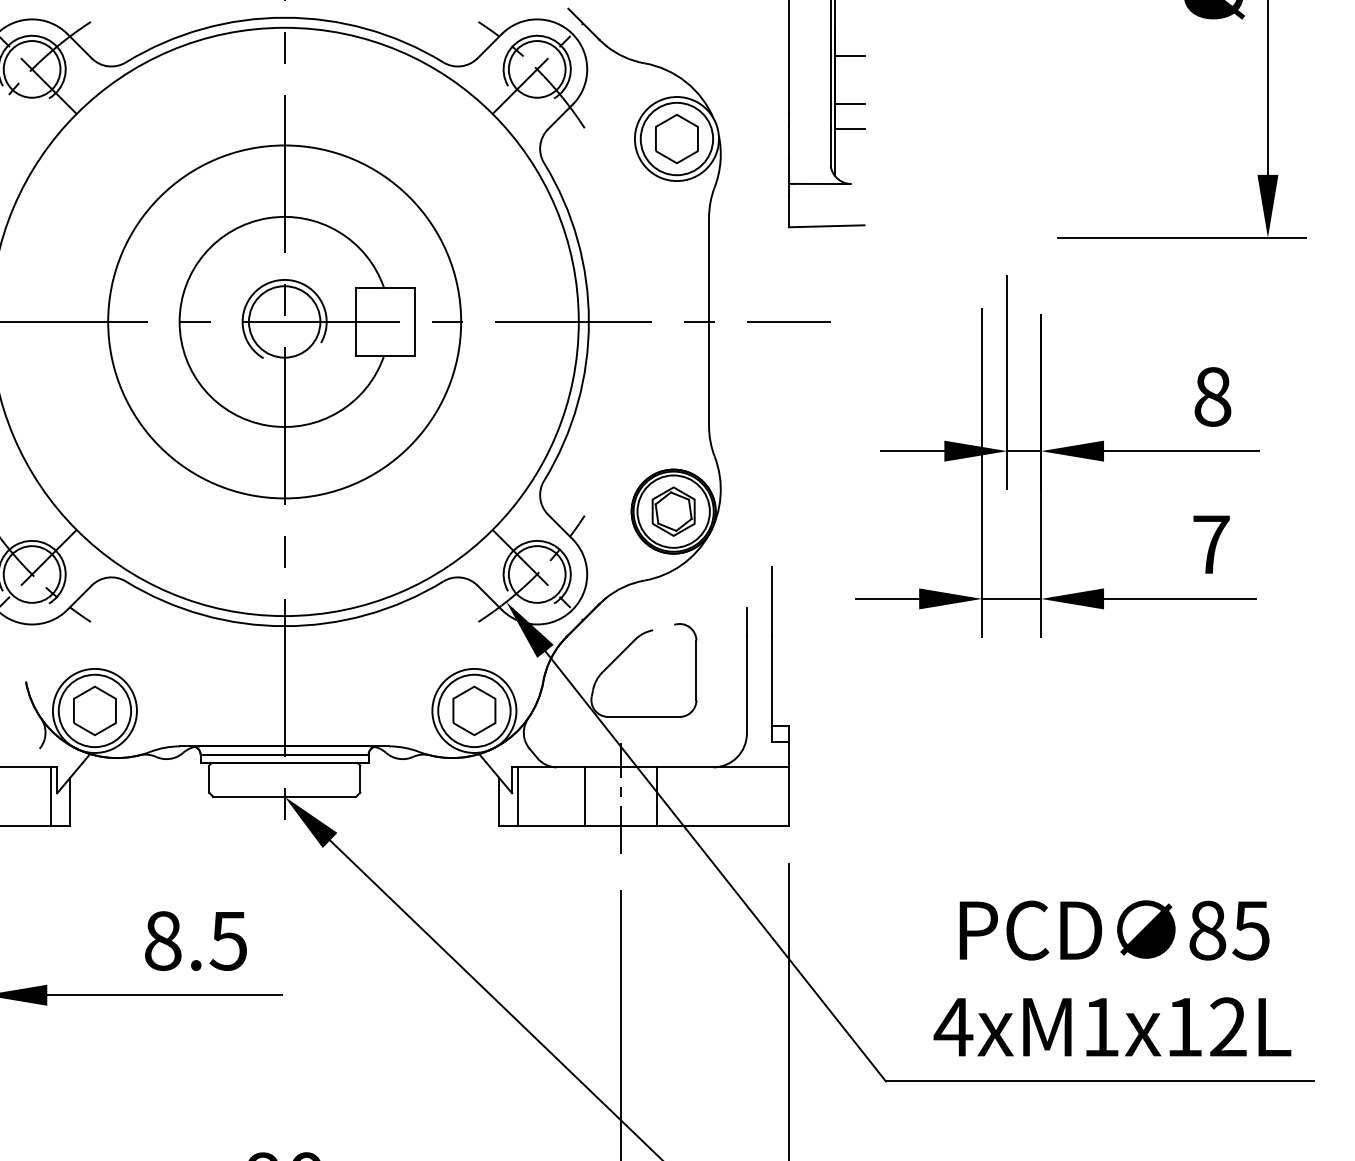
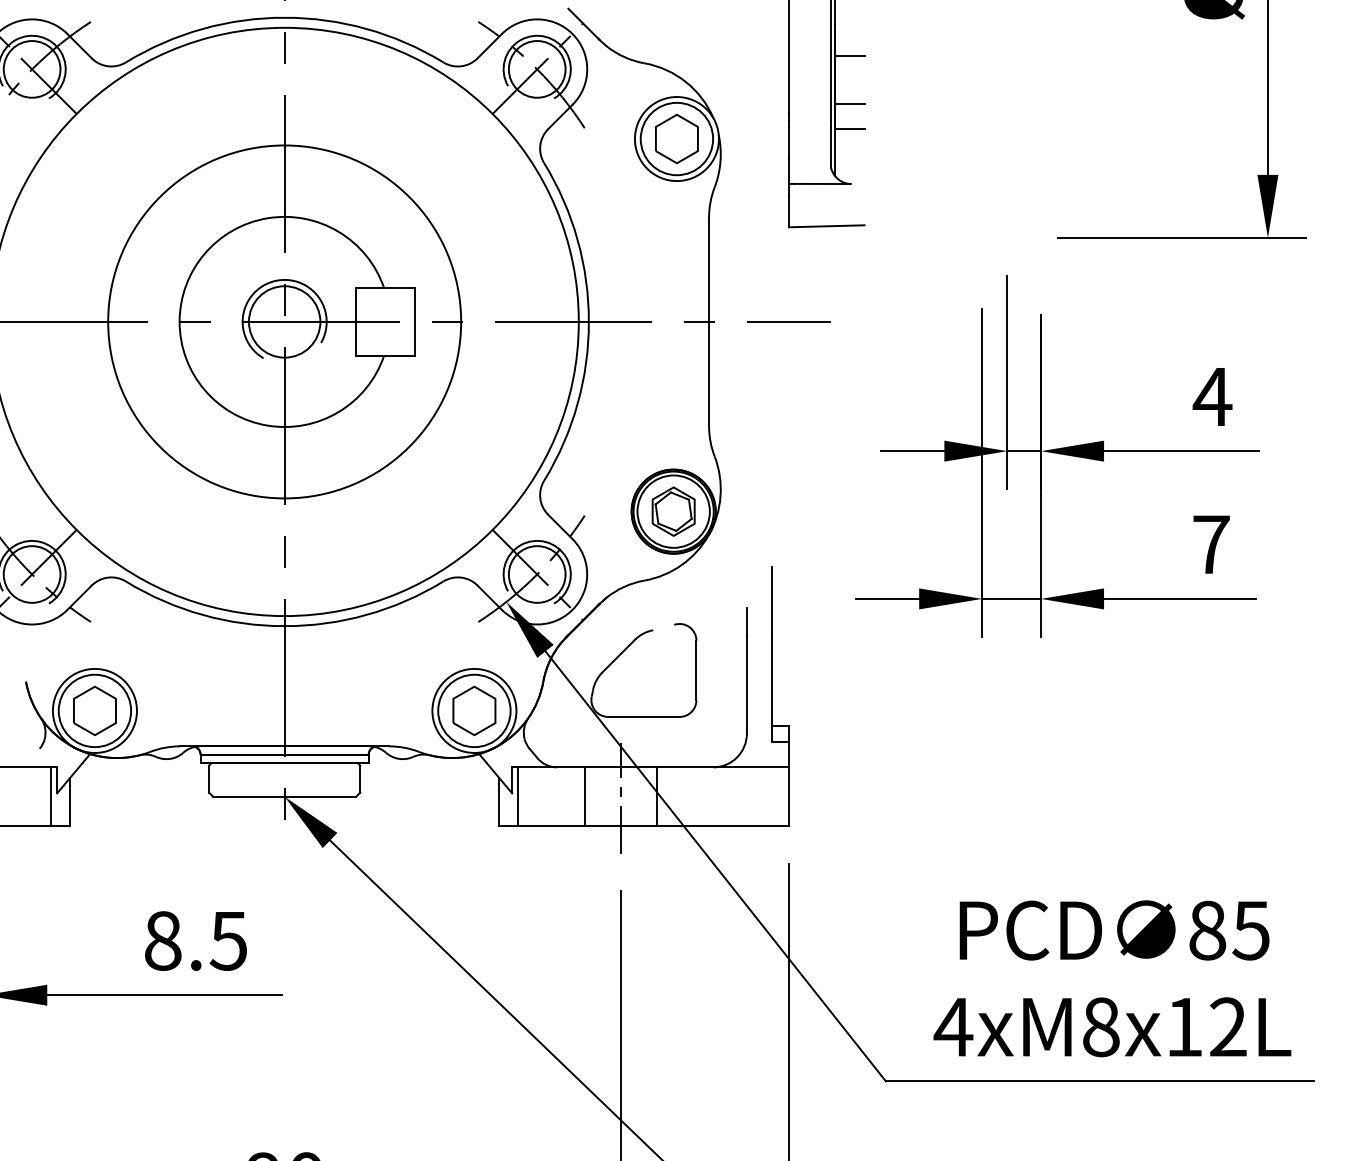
text at (1212, 396): 8 -> 4
text at (1101, 1027): 4xM1x12L -> 4xM8x12L
